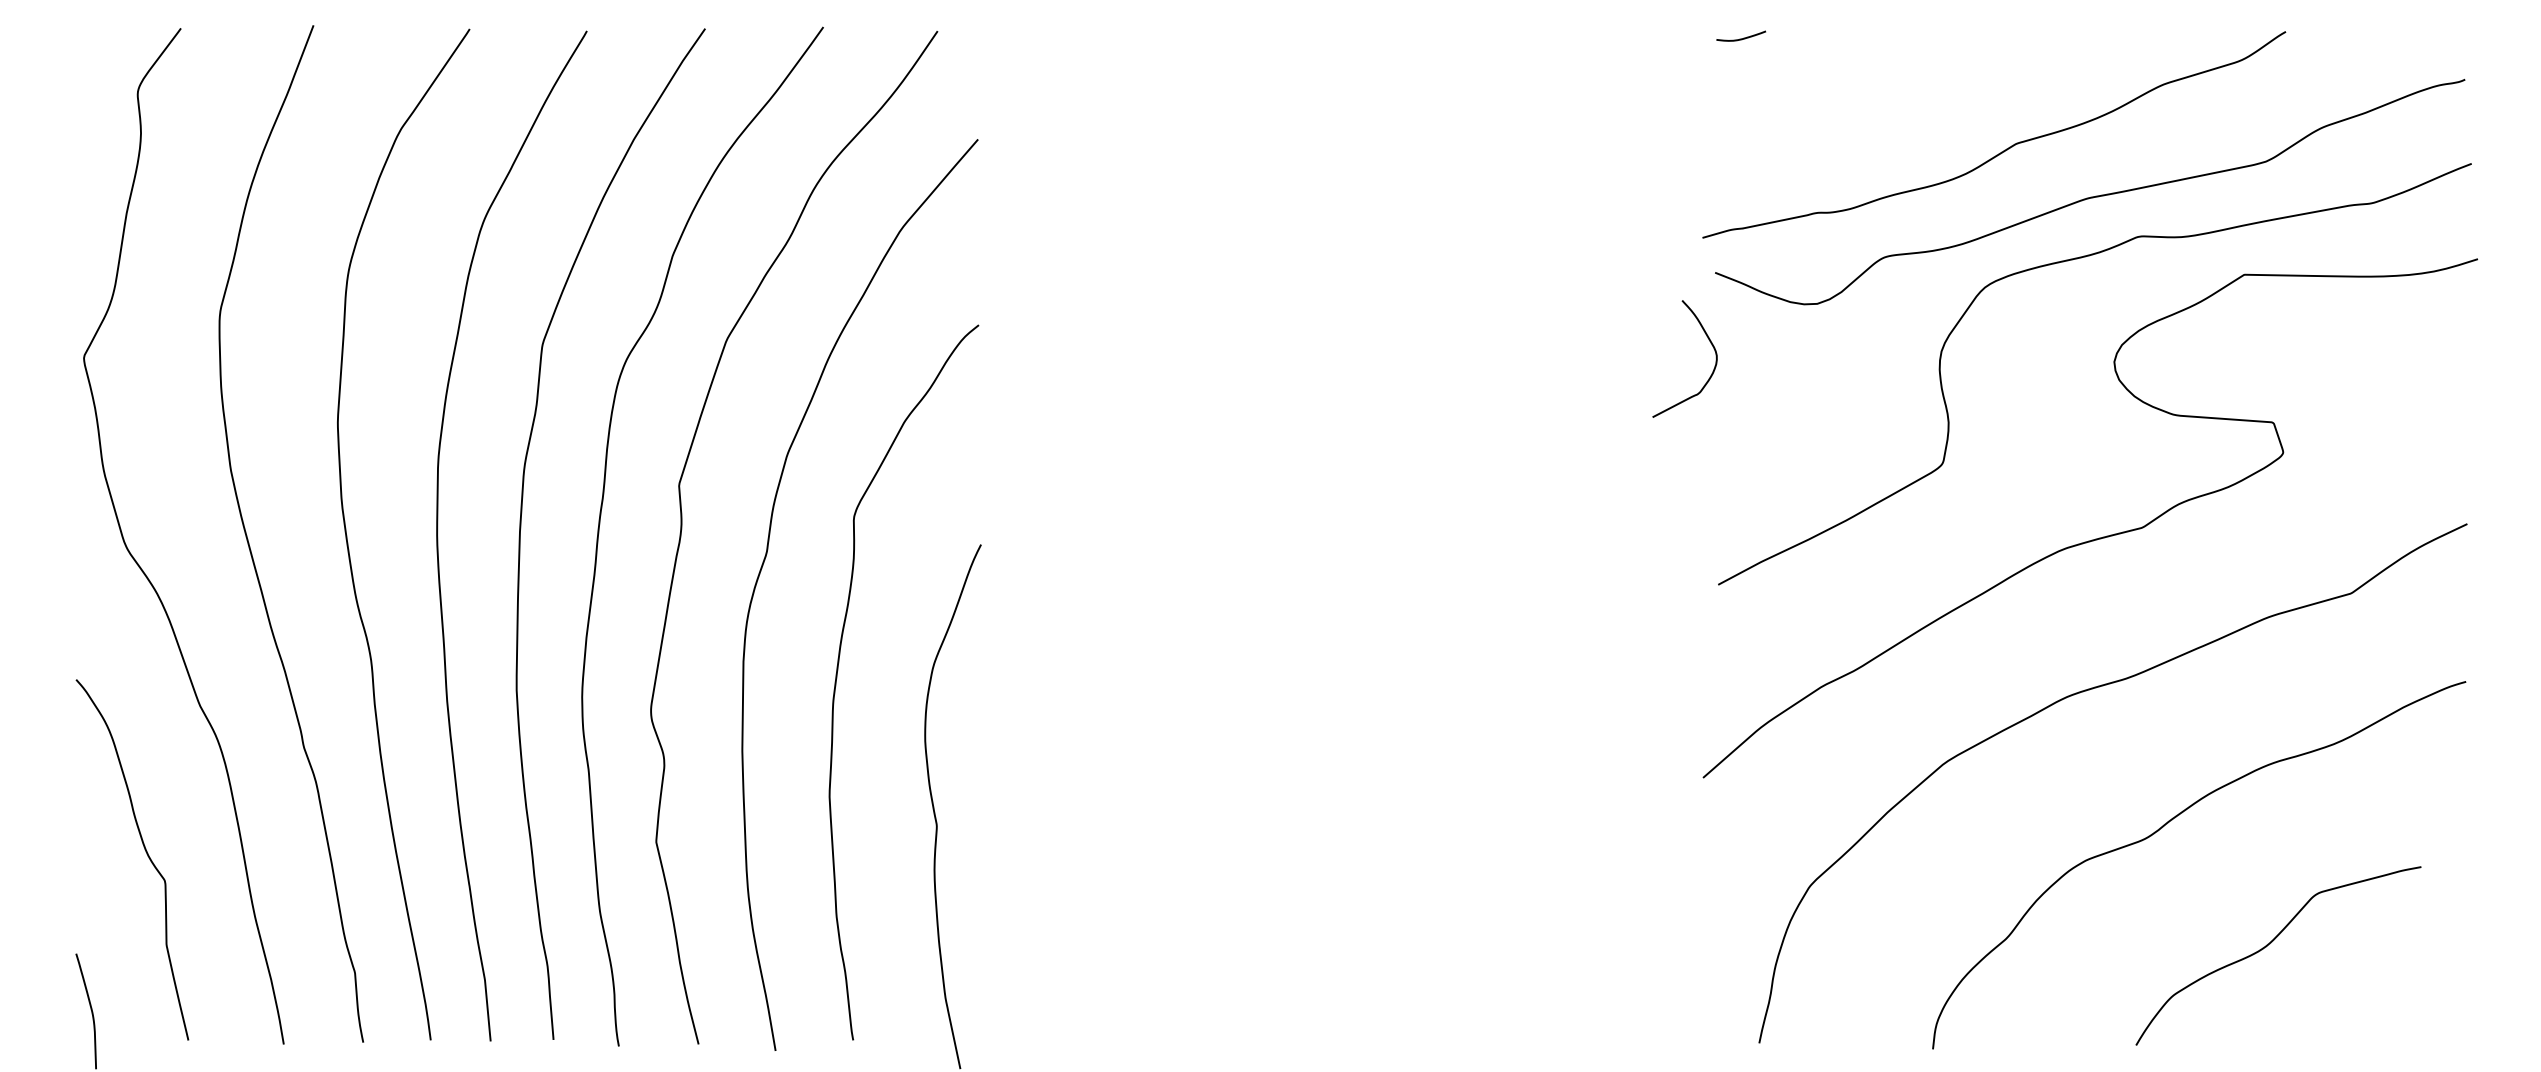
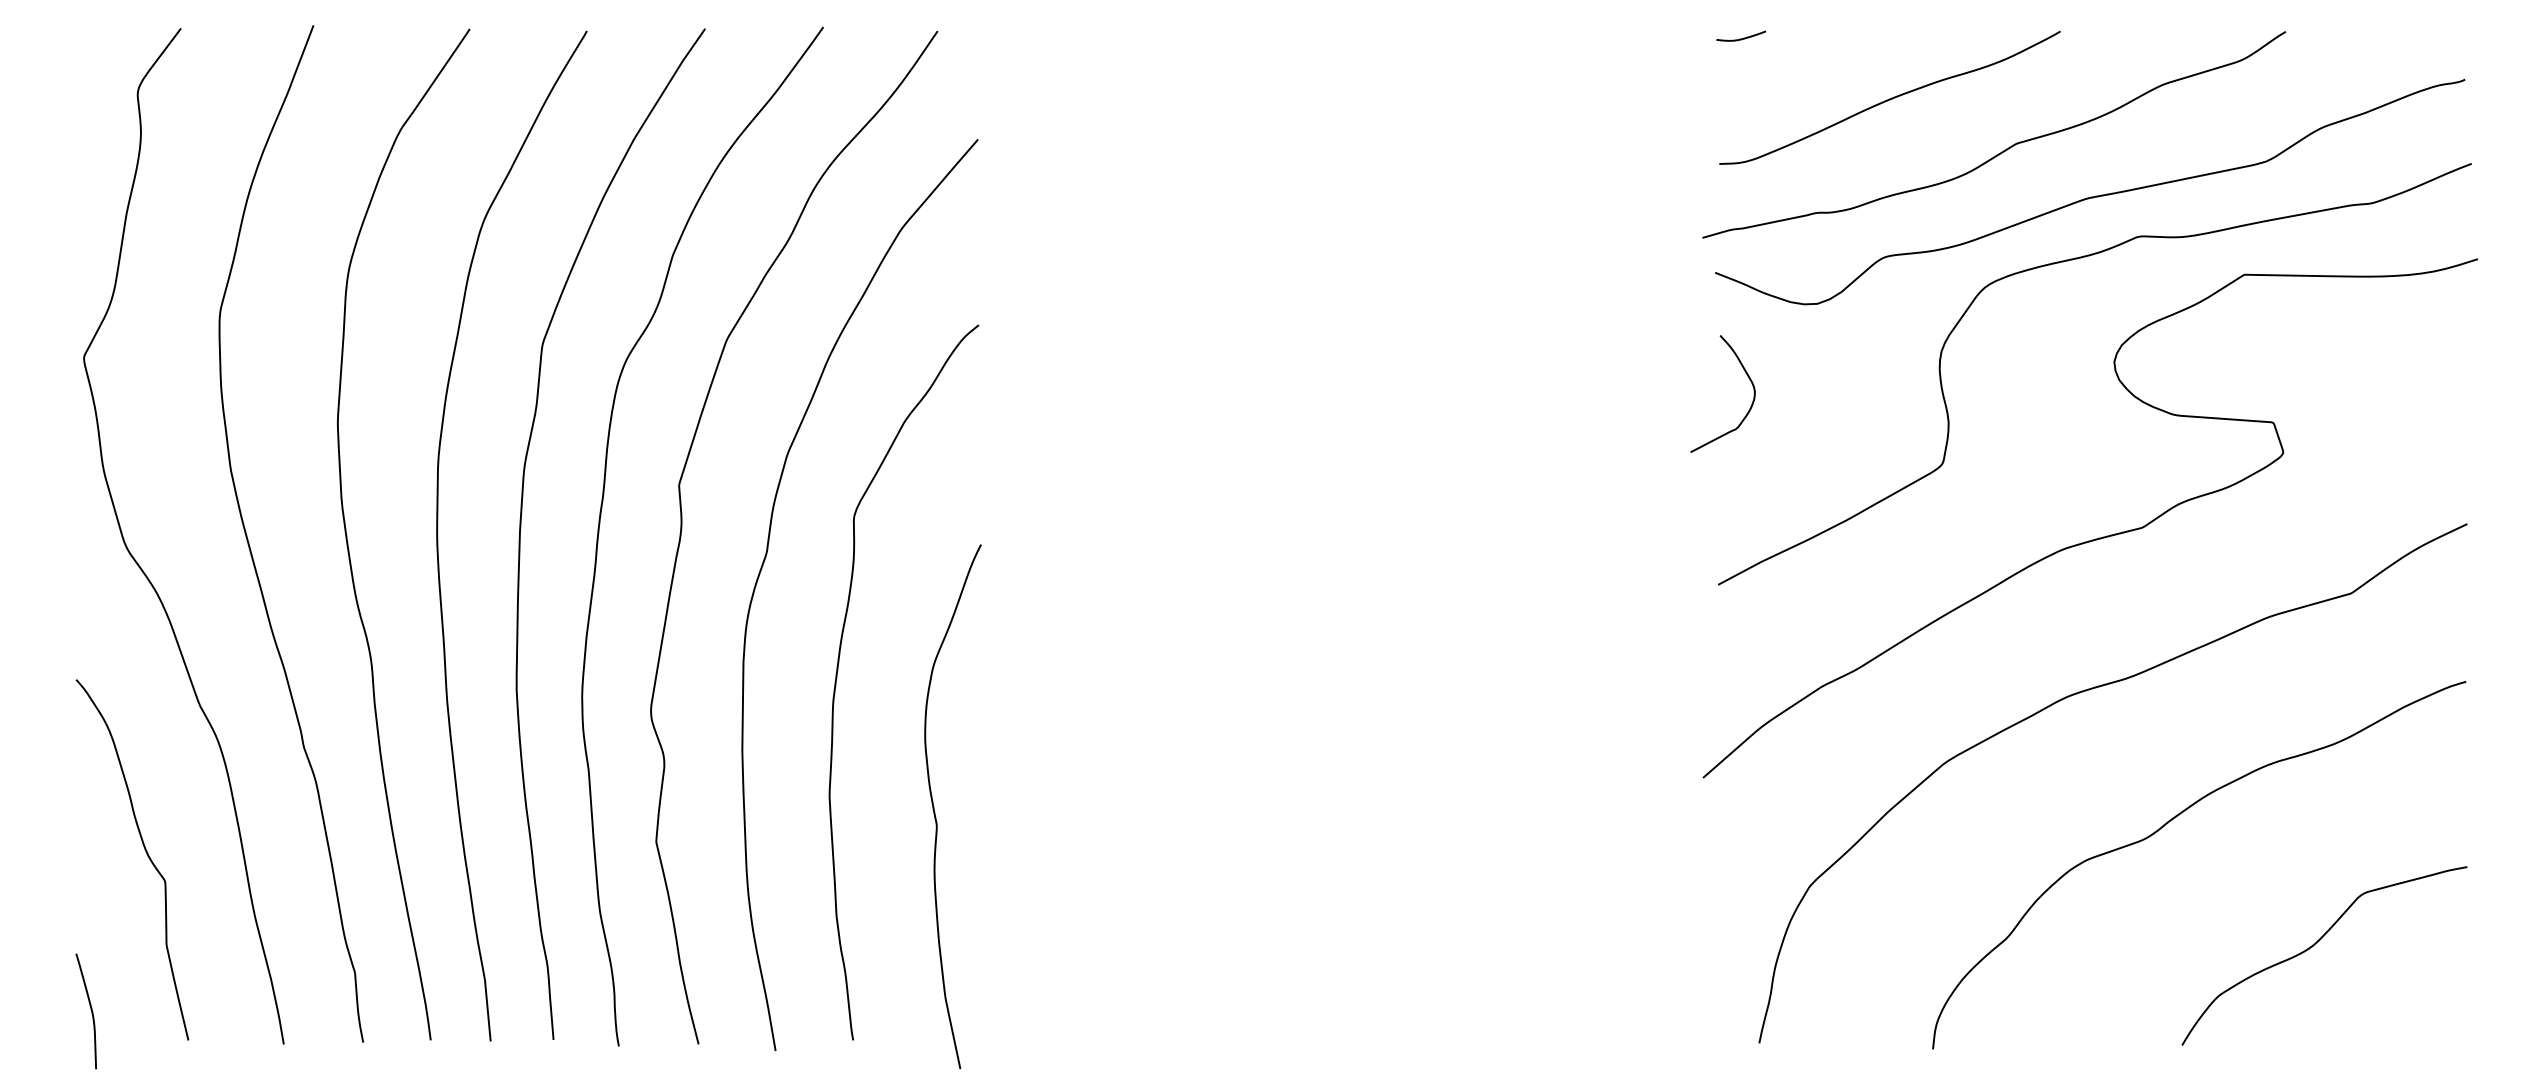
curve at (1889, 98): none -> present
curve at (1711, 345) position: (1711, 345) -> (1749, 380)
curve at (2271, 943) position: (2271, 943) -> (2317, 943)
